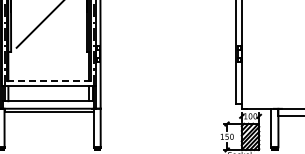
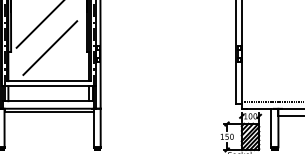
line at (50, 47): none -> present
line at (49, 81): dashed -> solid
line at (271, 101): none -> present
